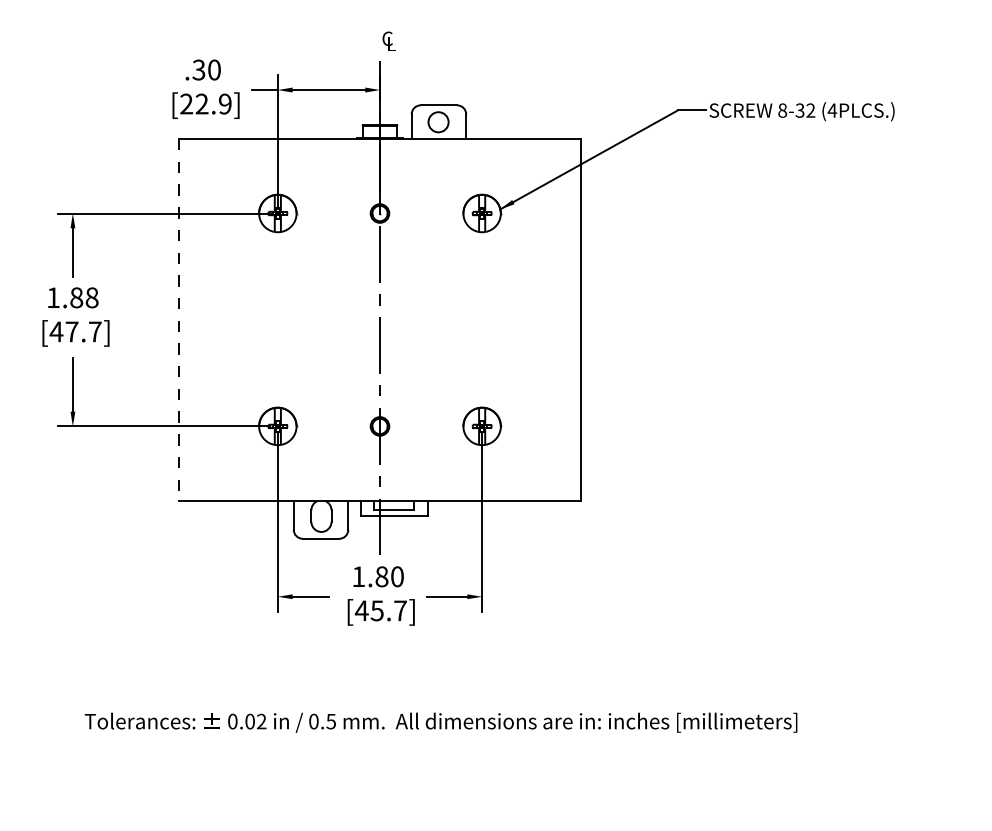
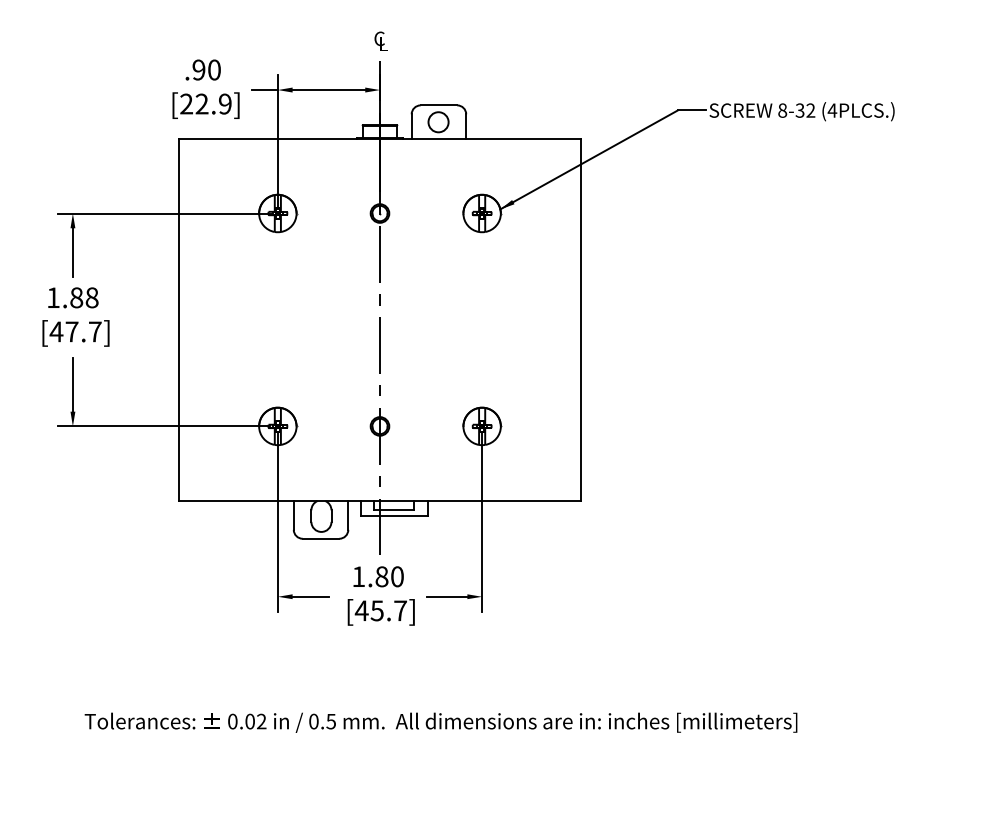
text at (388, 40) position: (388, 40) -> (380, 40)
text at (198, 69): .30 -> .90
line at (178, 320): dashed -> solid
